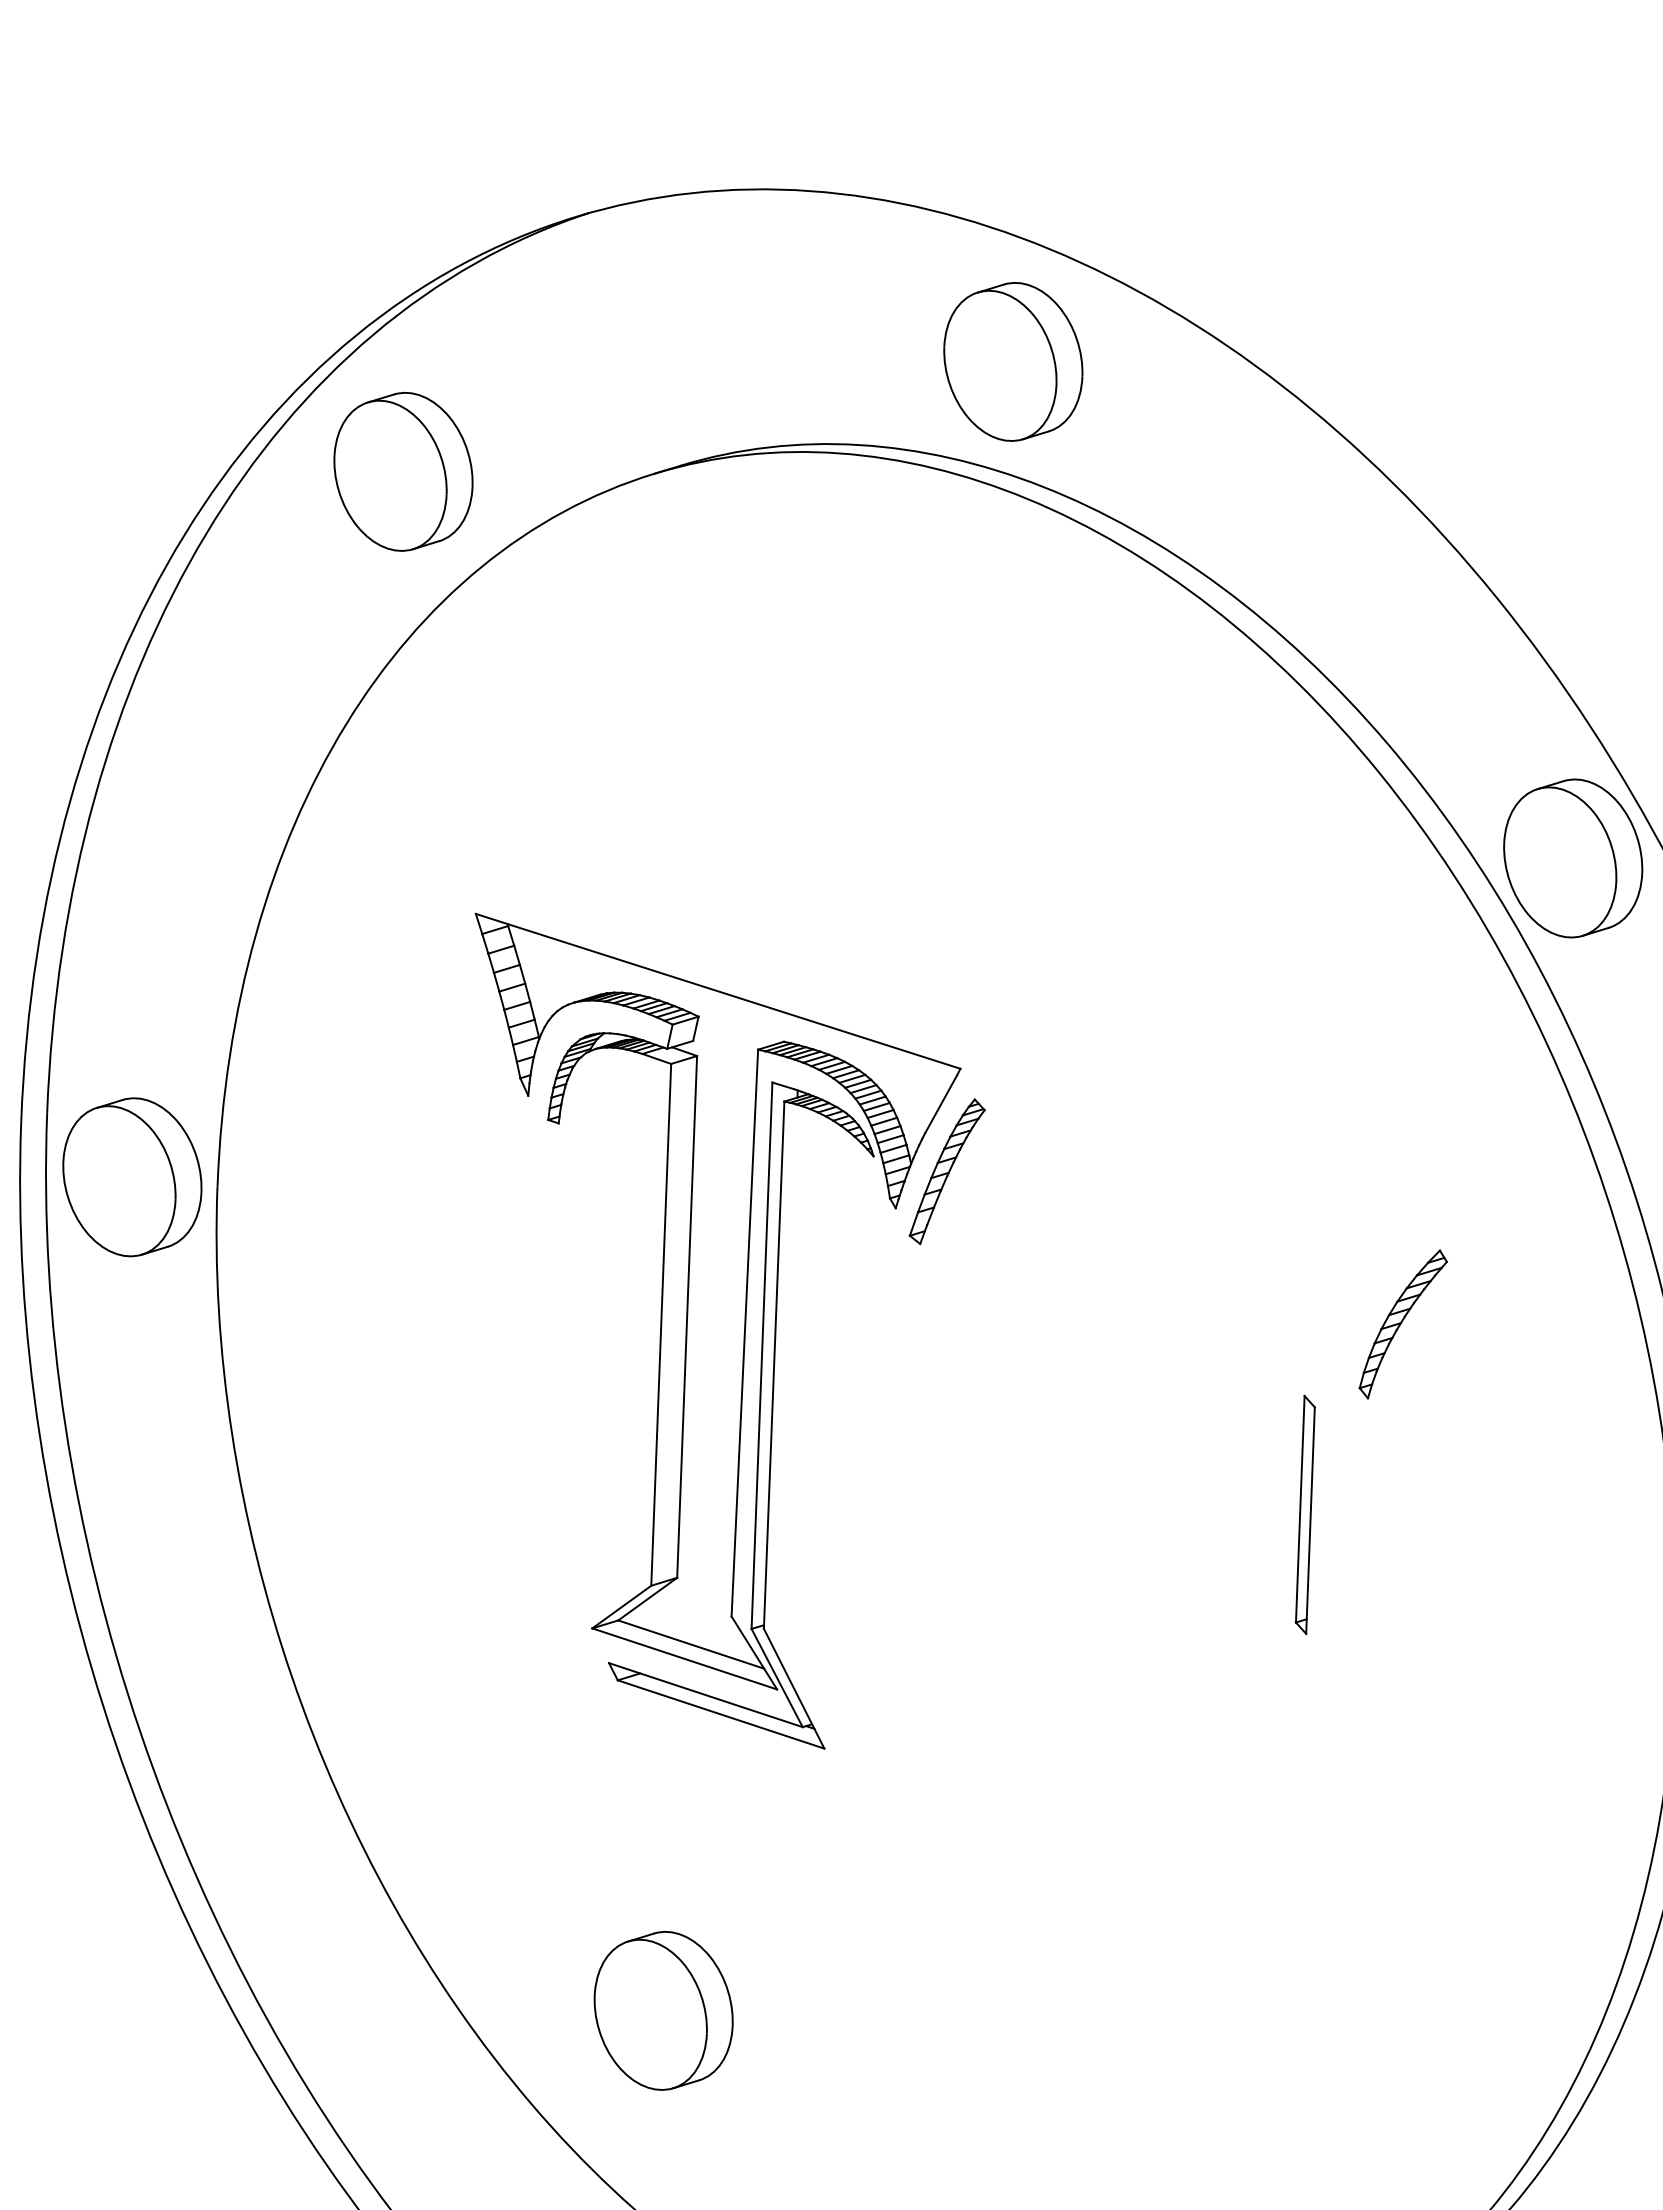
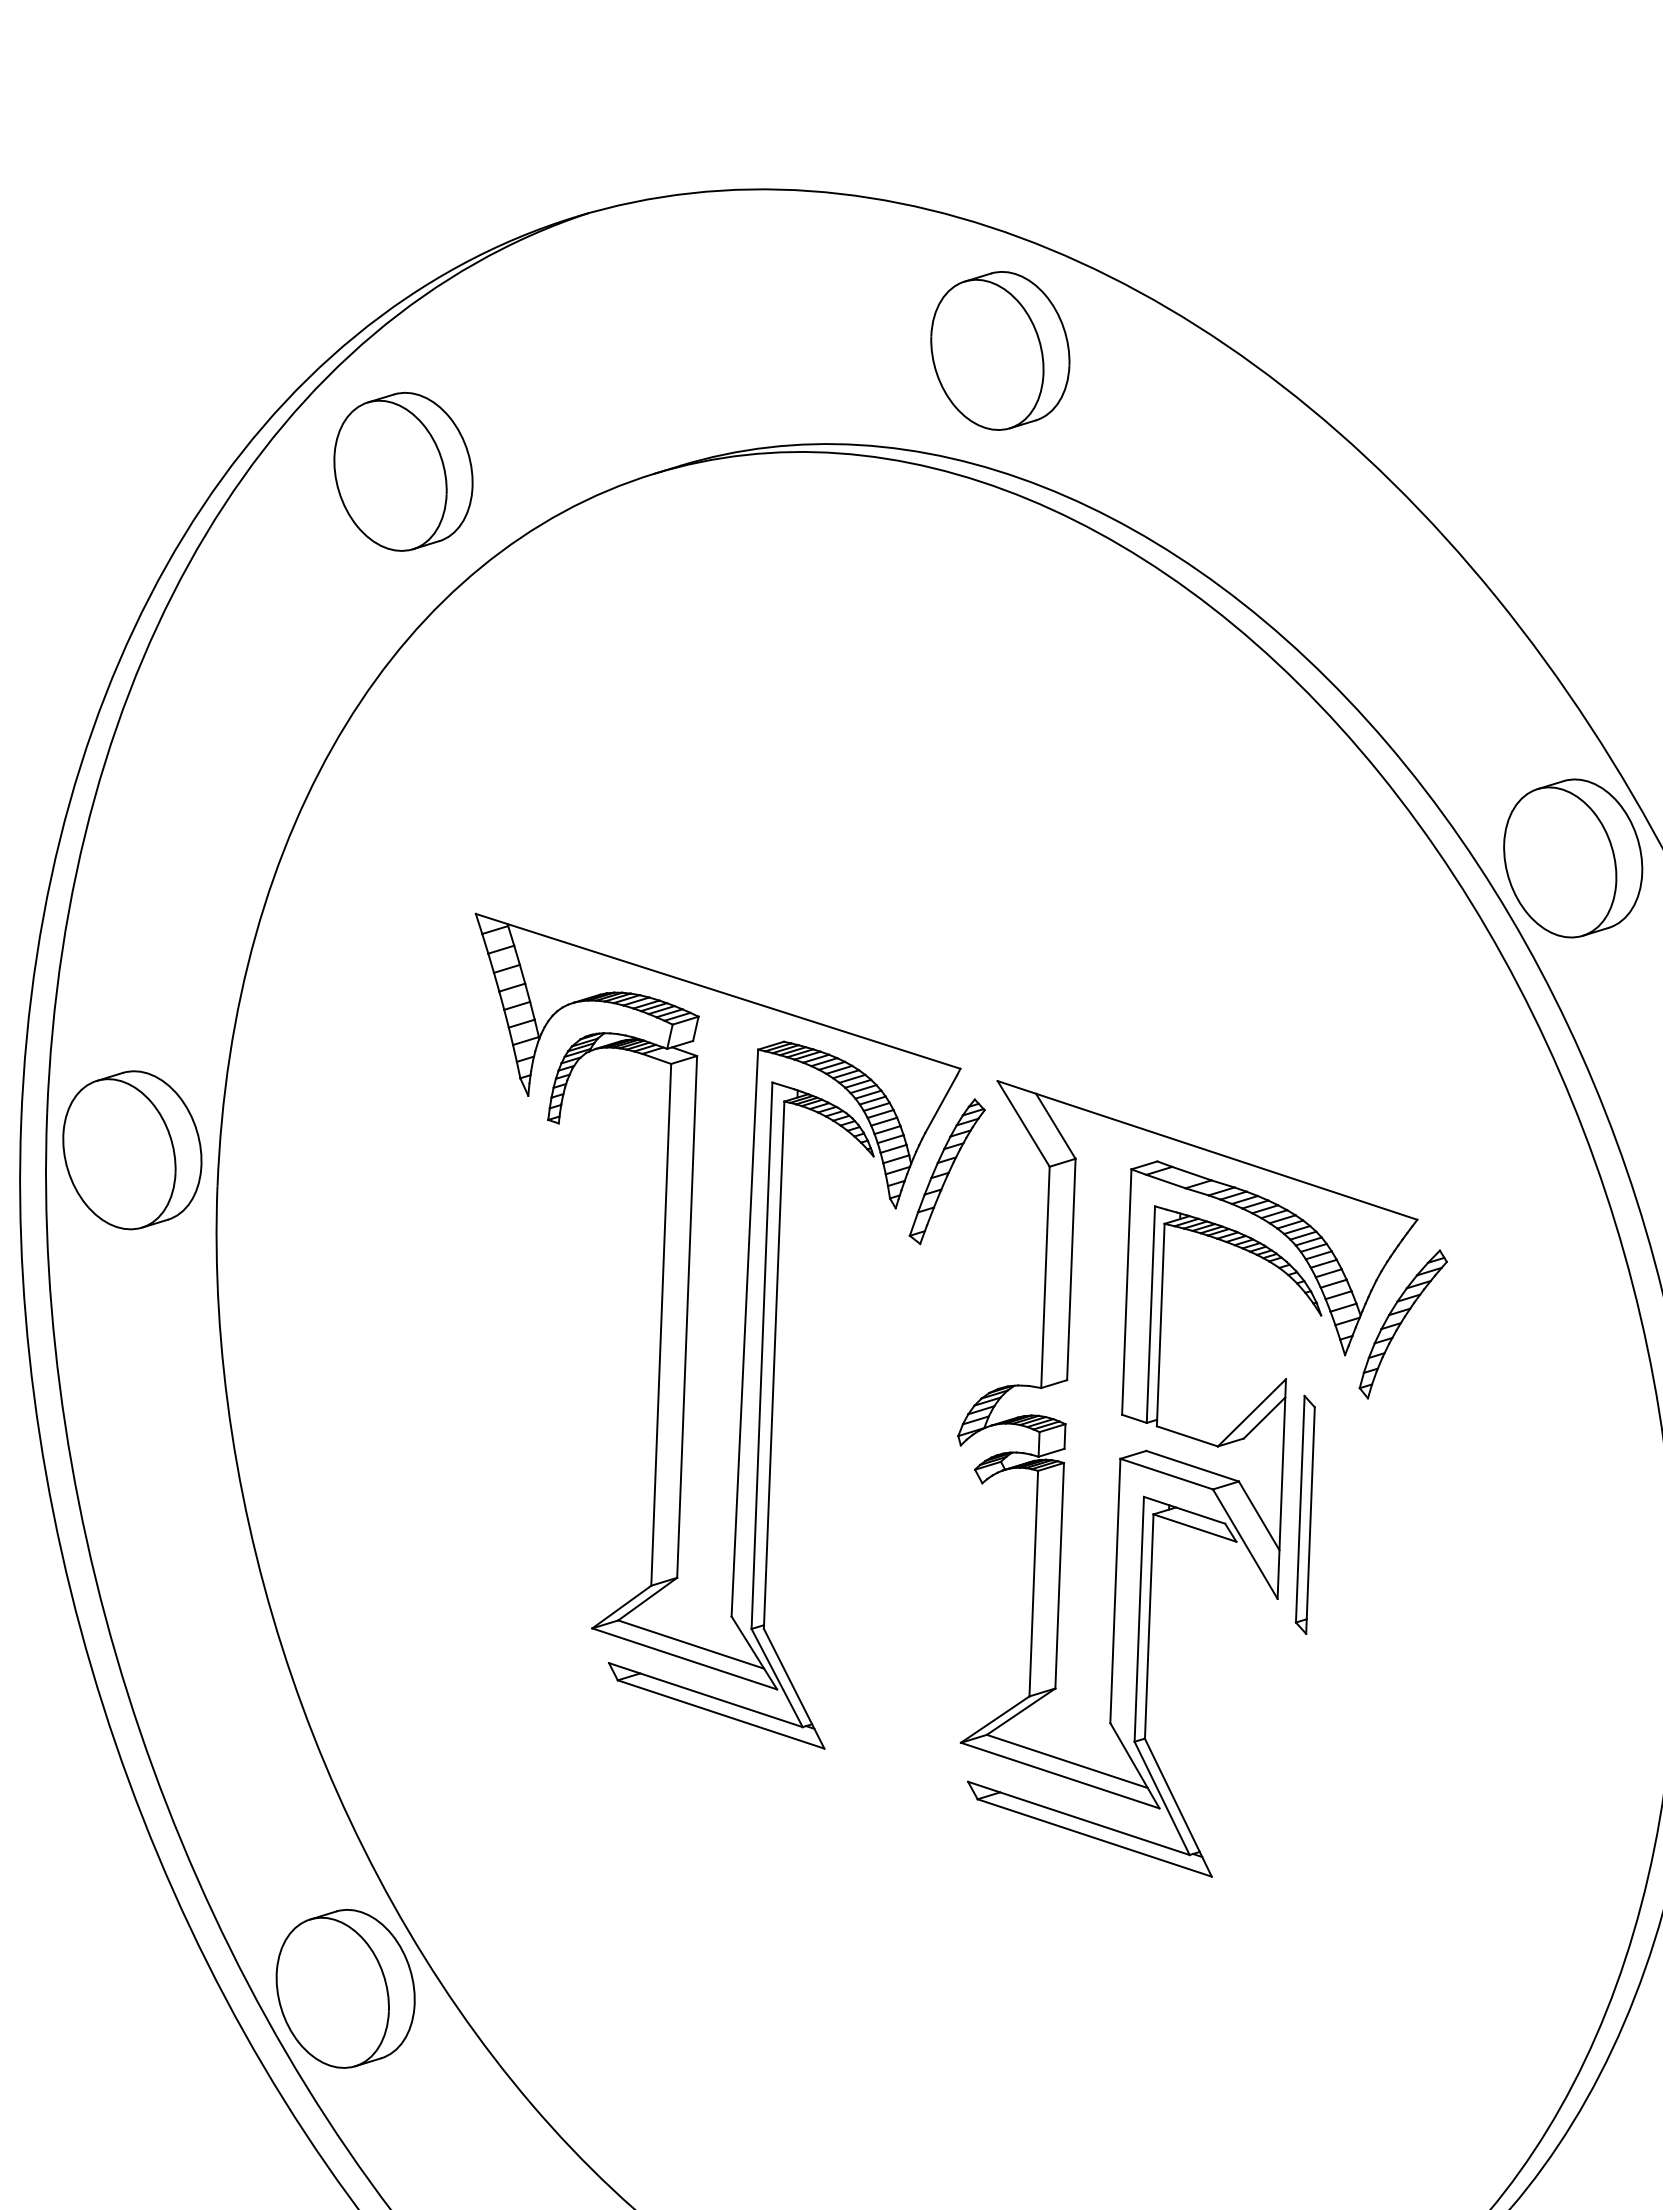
part at (1013, 361) position: (1013, 361) -> (1000, 350)
part at (132, 1177) position: (132, 1177) -> (132, 1150)
part at (1187, 1478): none -> present
part at (663, 2010) position: (663, 2010) -> (345, 1988)
